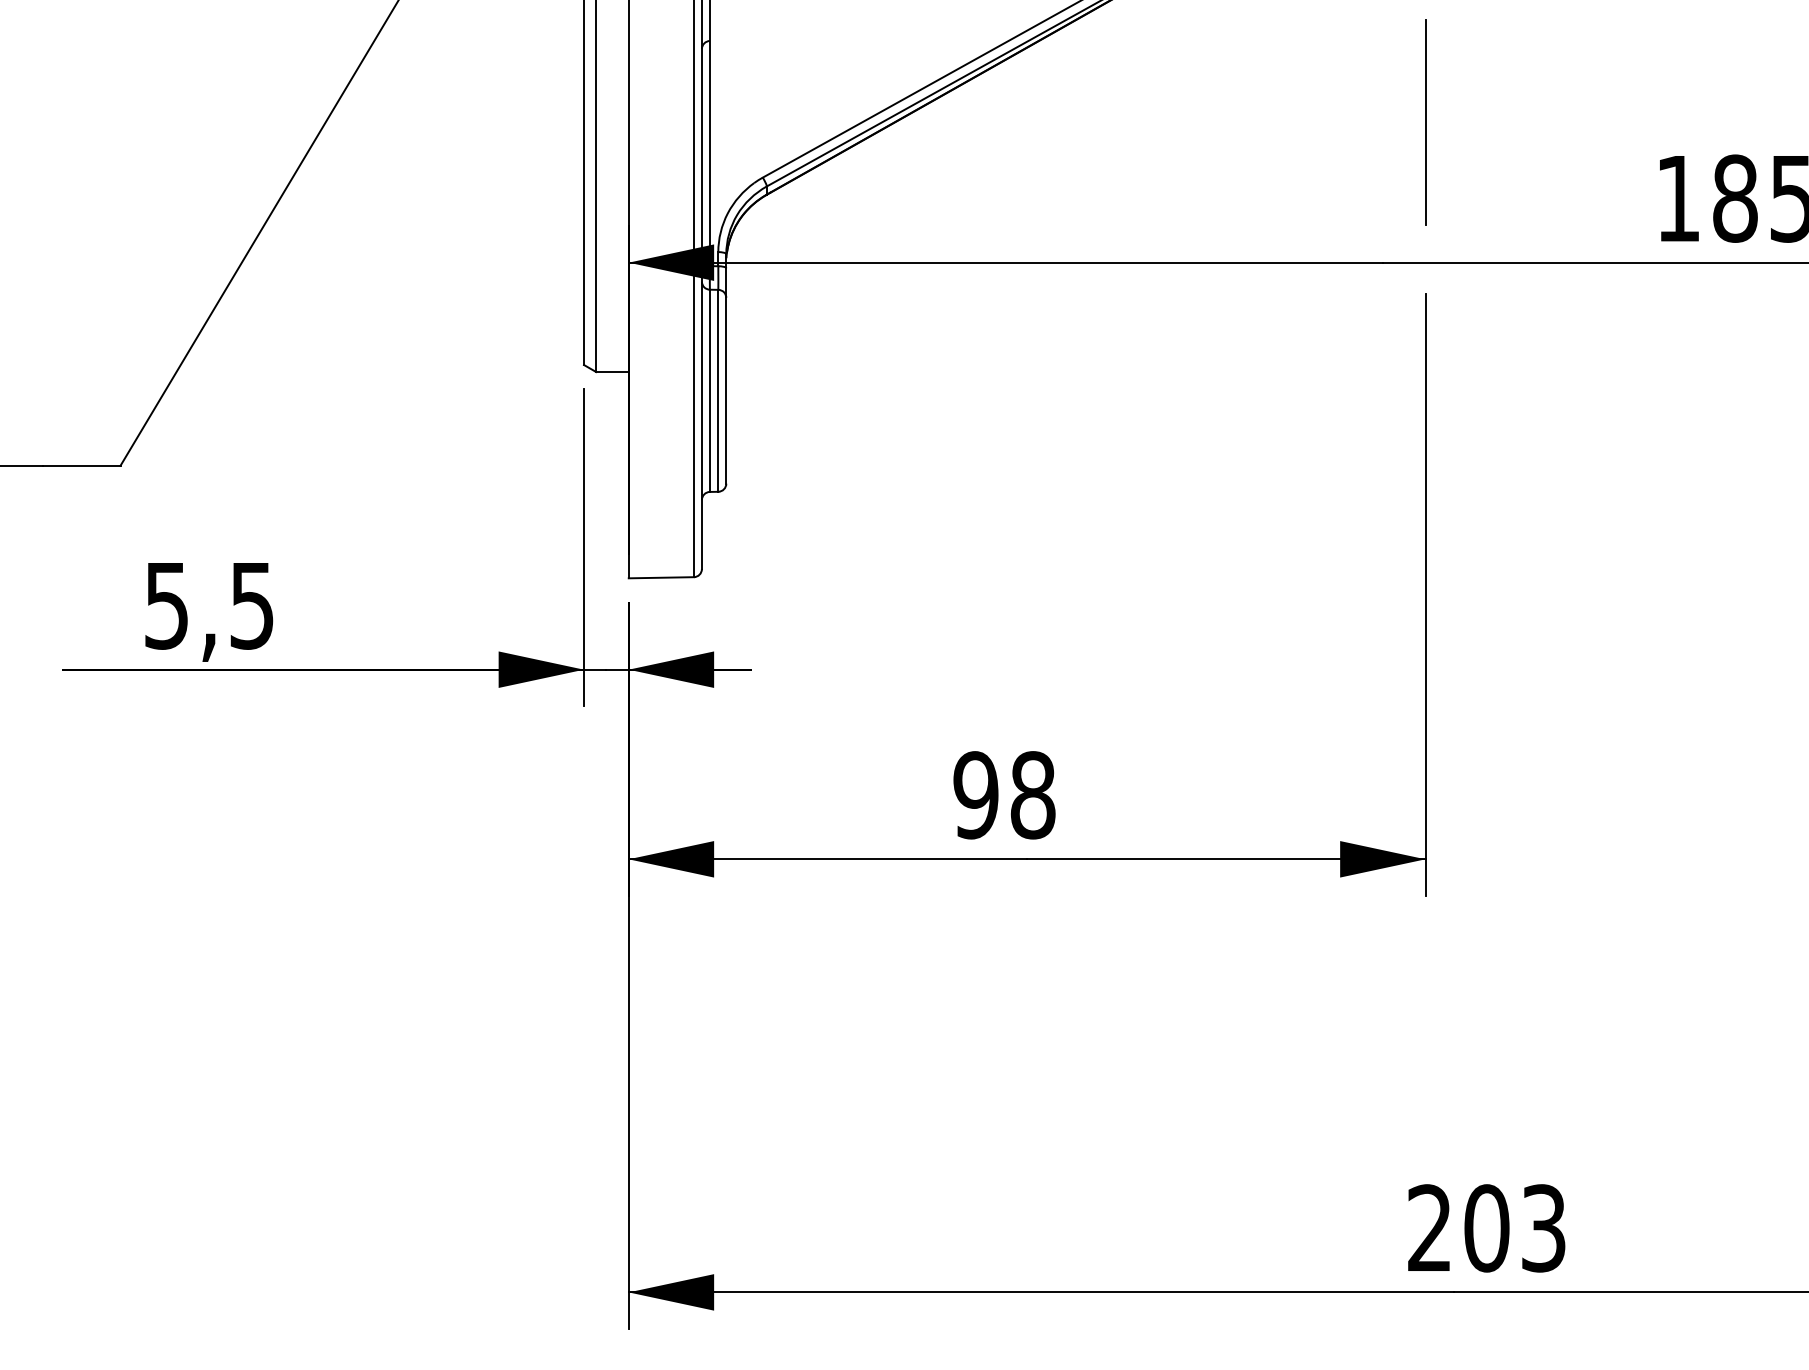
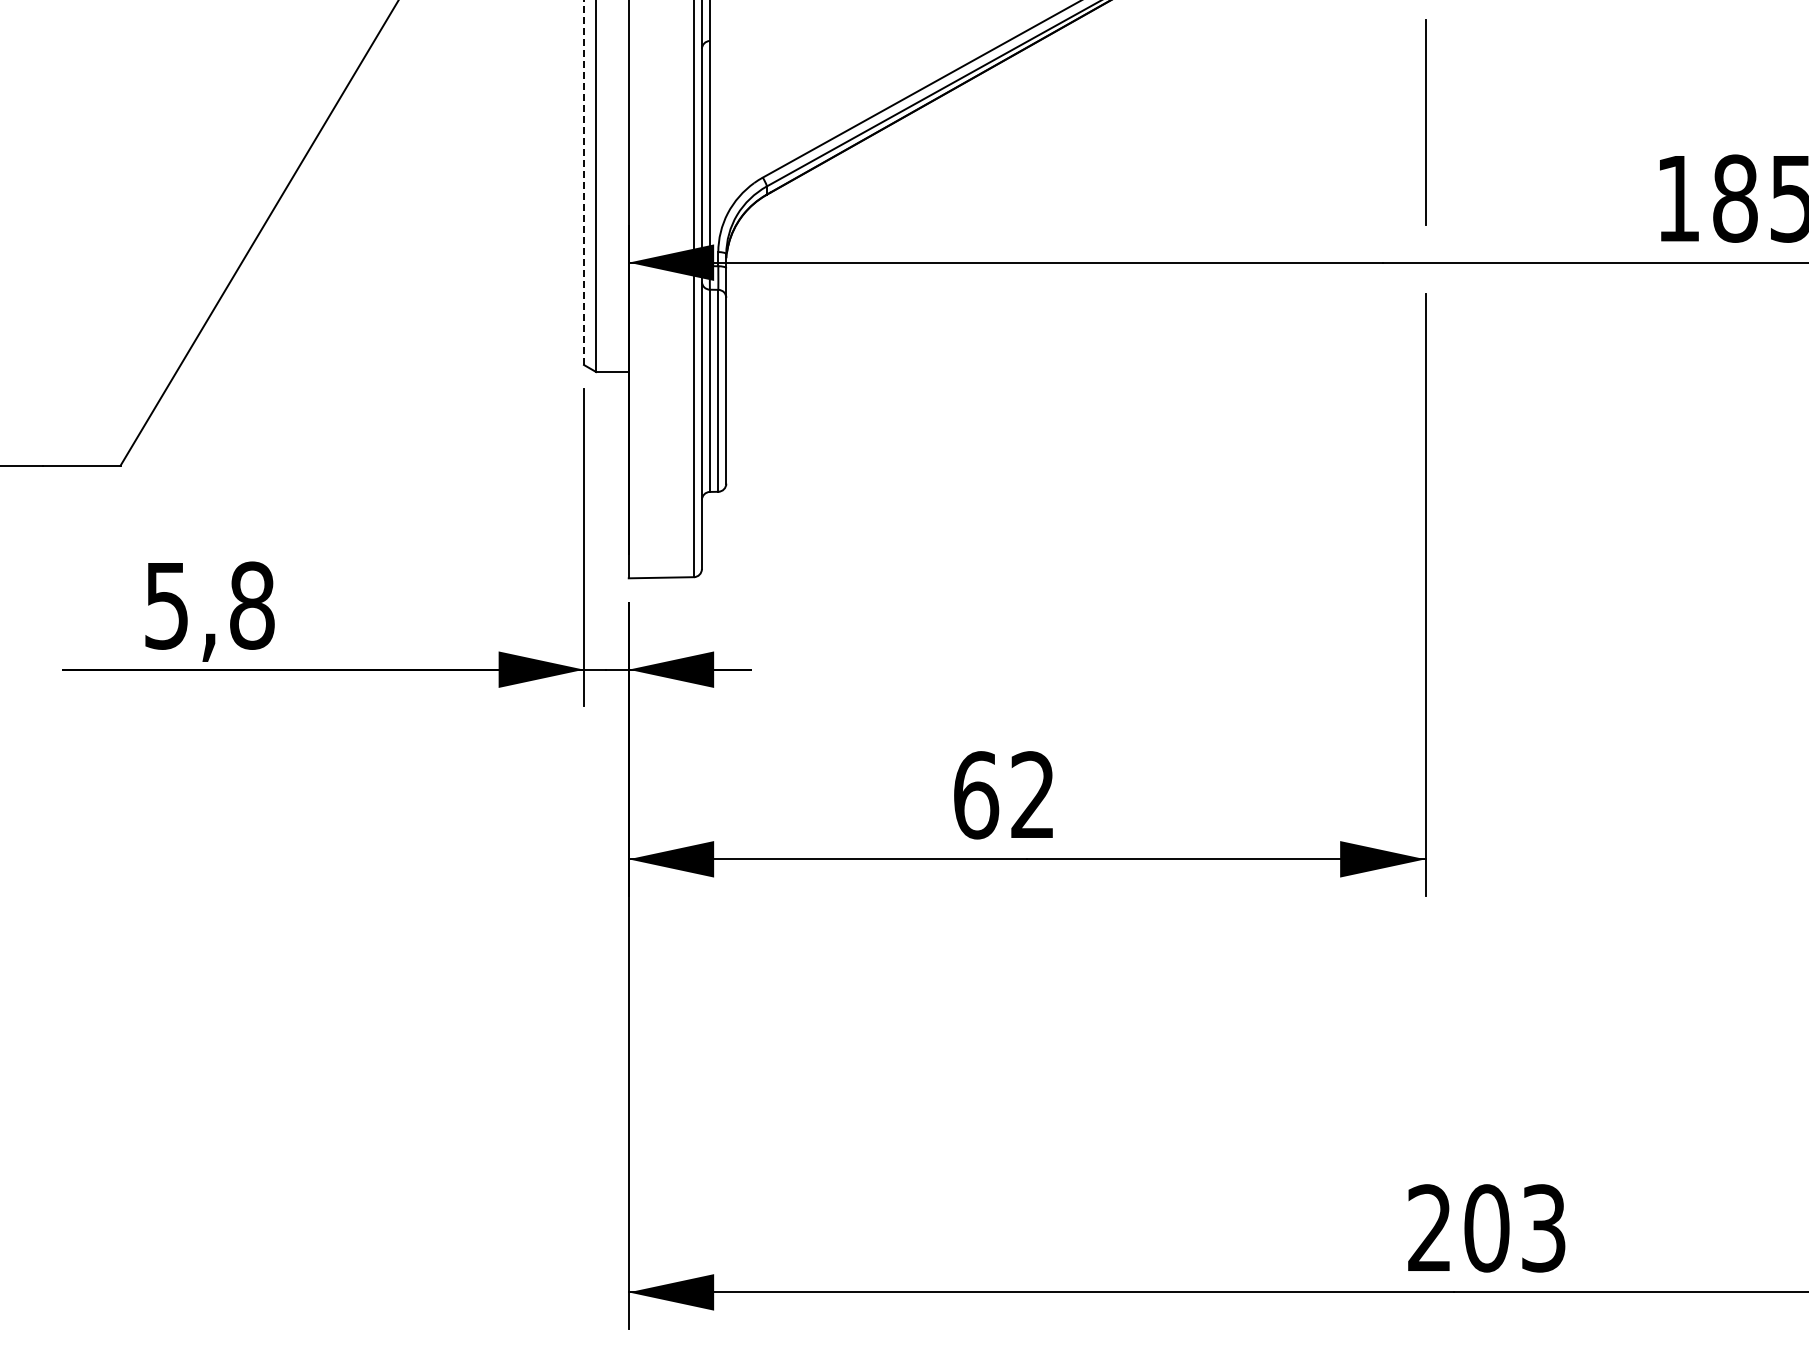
line at (584, 182): solid -> dashed
text at (252, 605): 5,5 -> 5,8
text at (1004, 795): 98 -> 62
